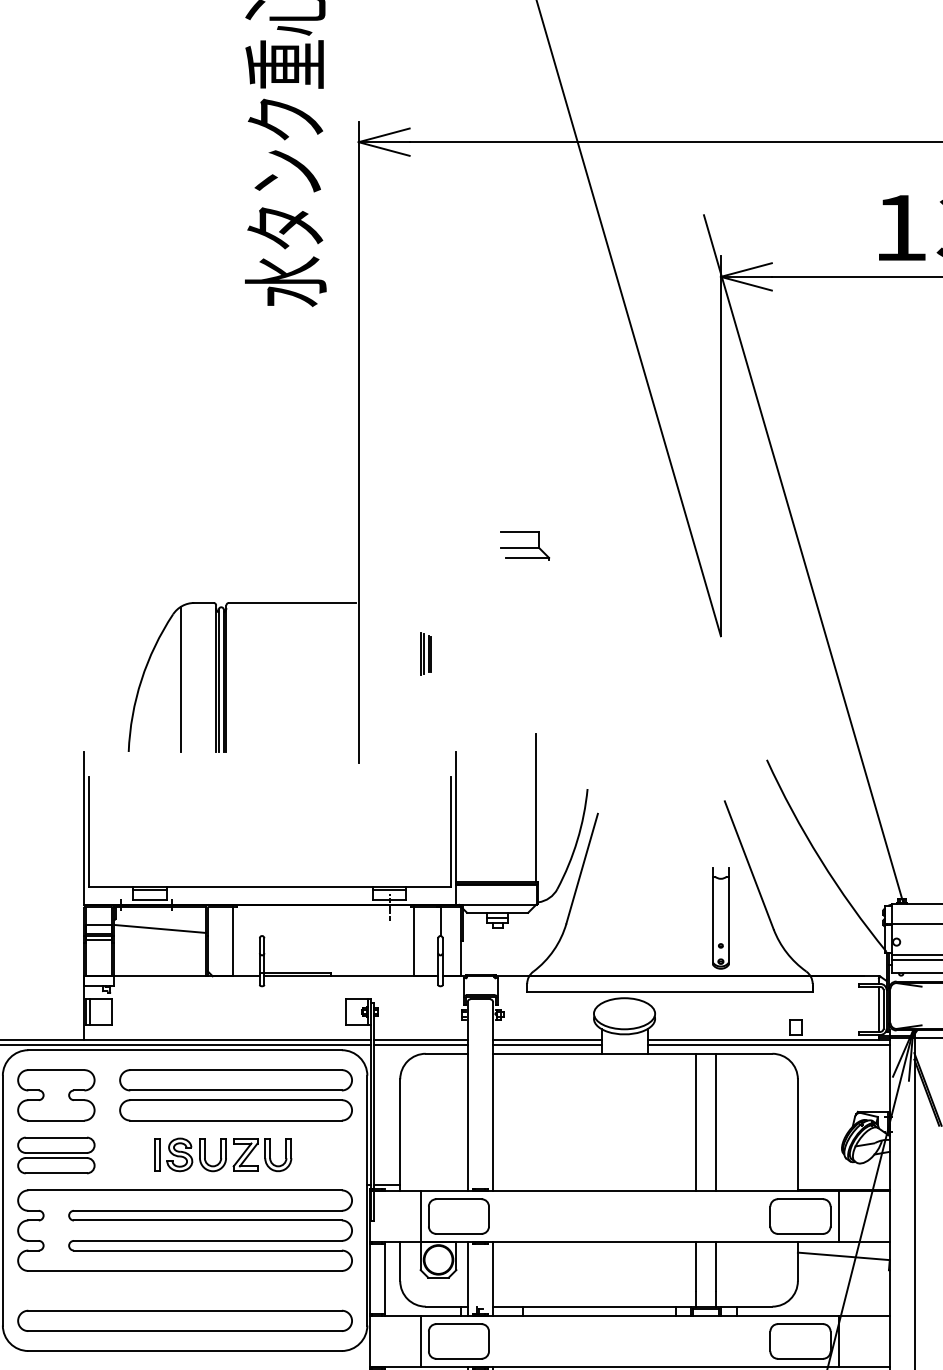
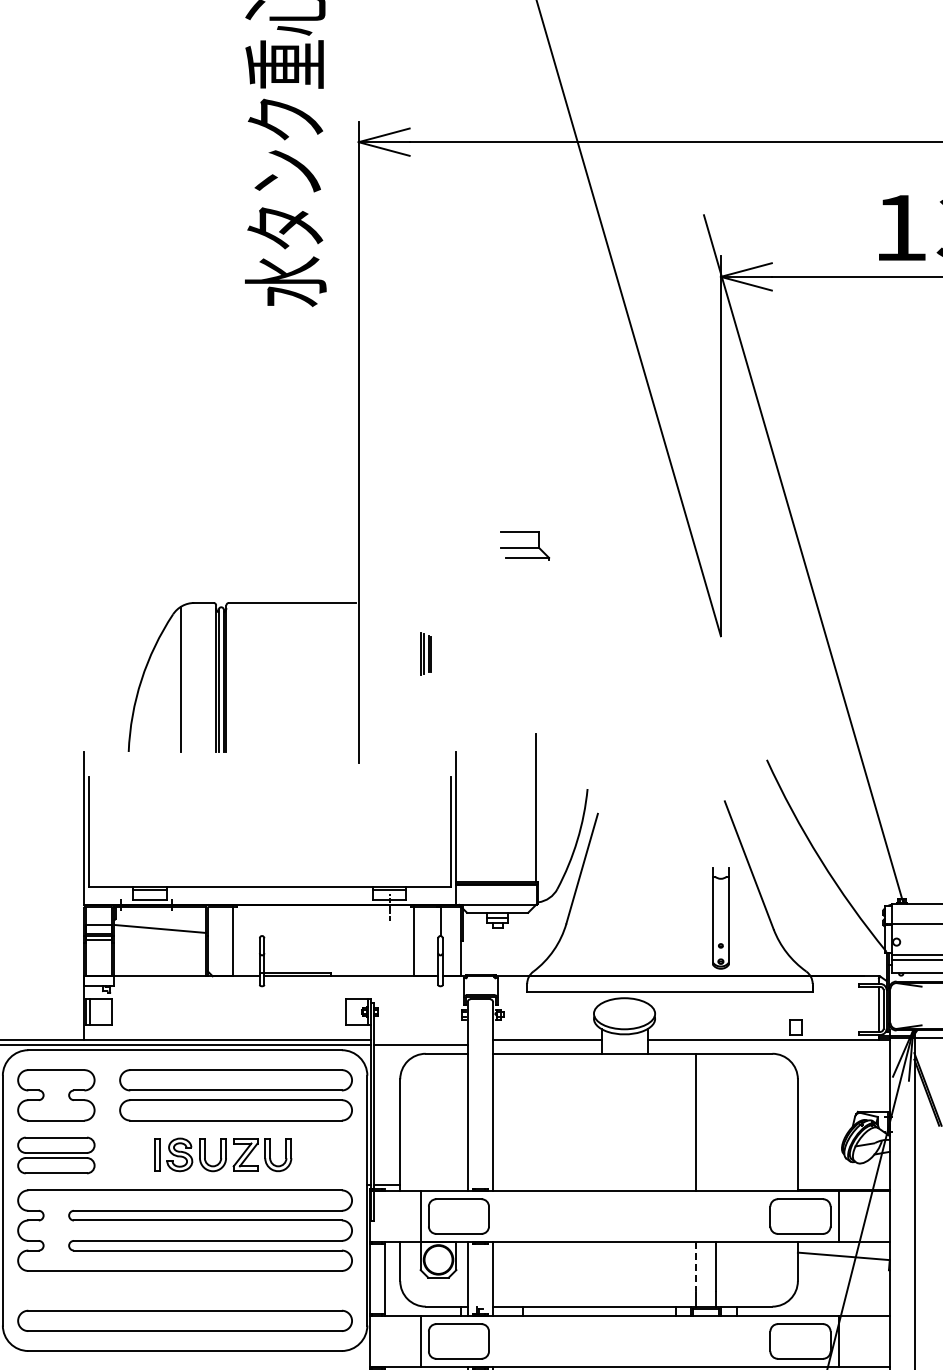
line at (420, 1040): present -> none
line at (547, 1045): present -> none
line at (768, 1045): present -> none
line at (716, 1122): present -> none
line at (695, 1266): solid -> dashed
